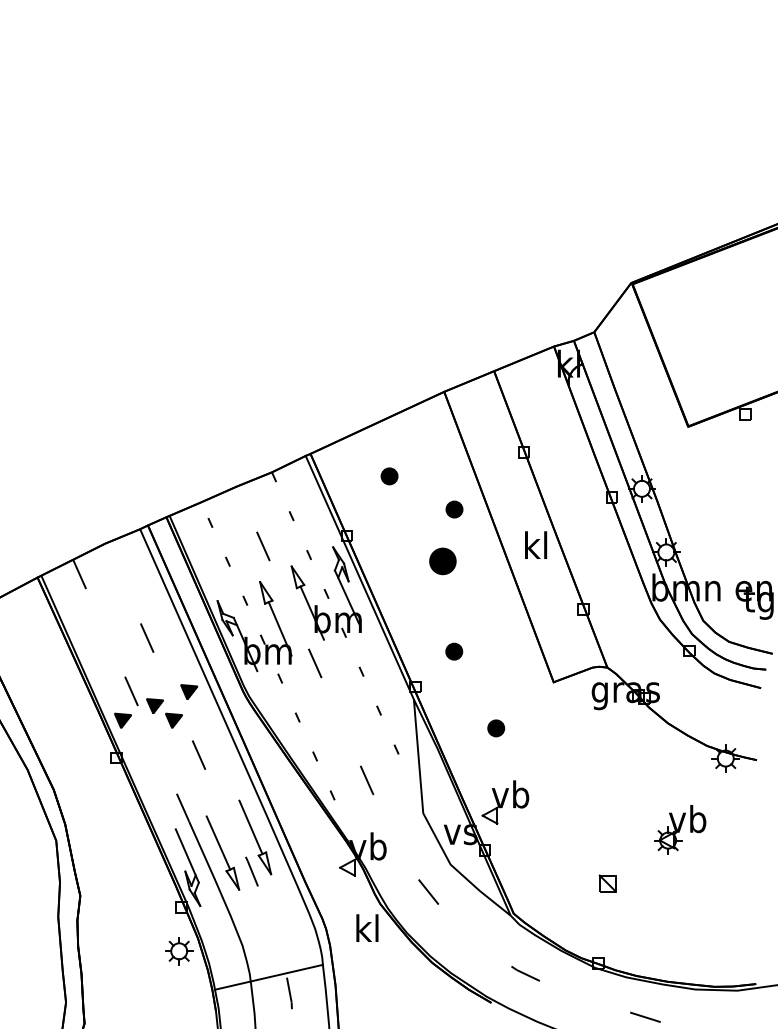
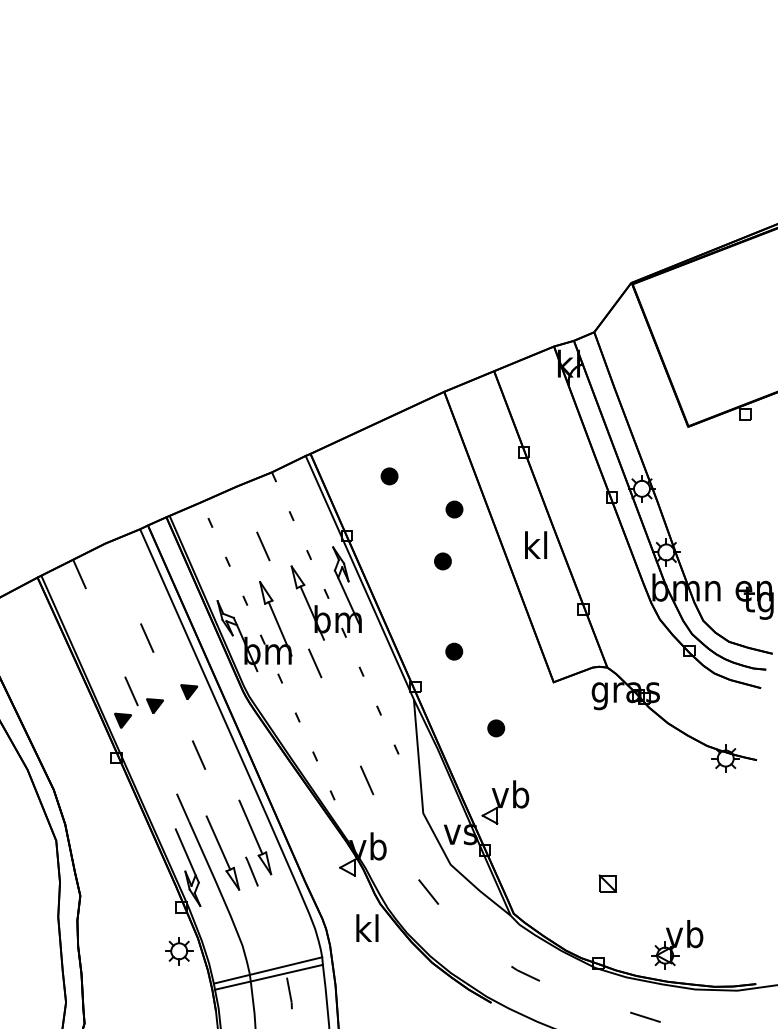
part at (442, 561) size: 28x29 px -> 18x19 px
part at (173, 720): present -> none
part at (680, 829) position: (680, 829) -> (677, 944)
line at (267, 970): none -> present
